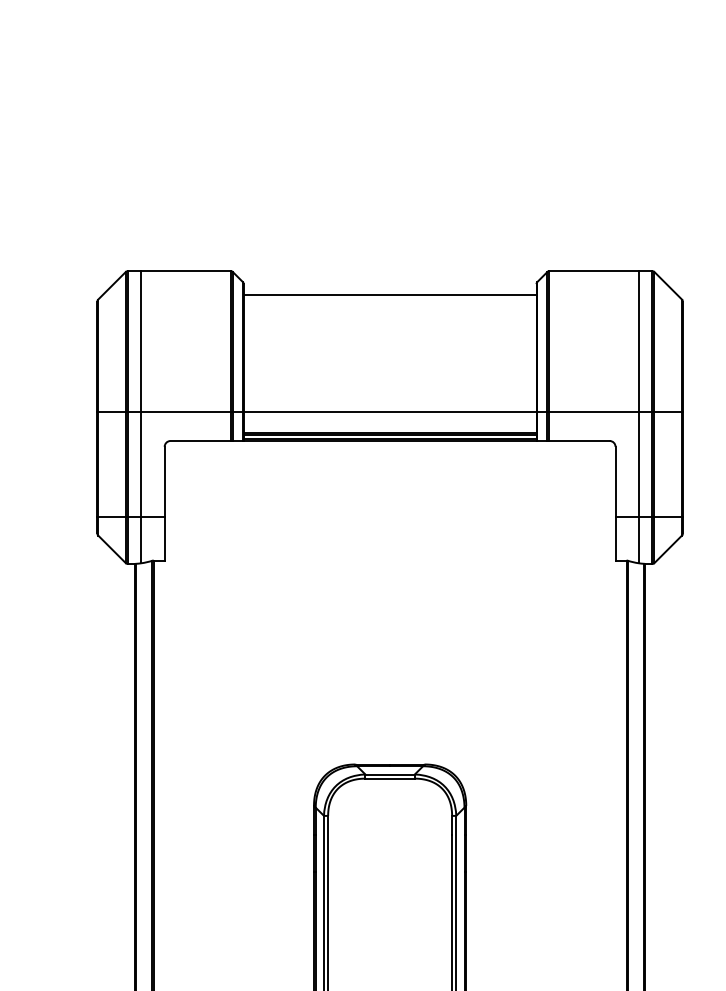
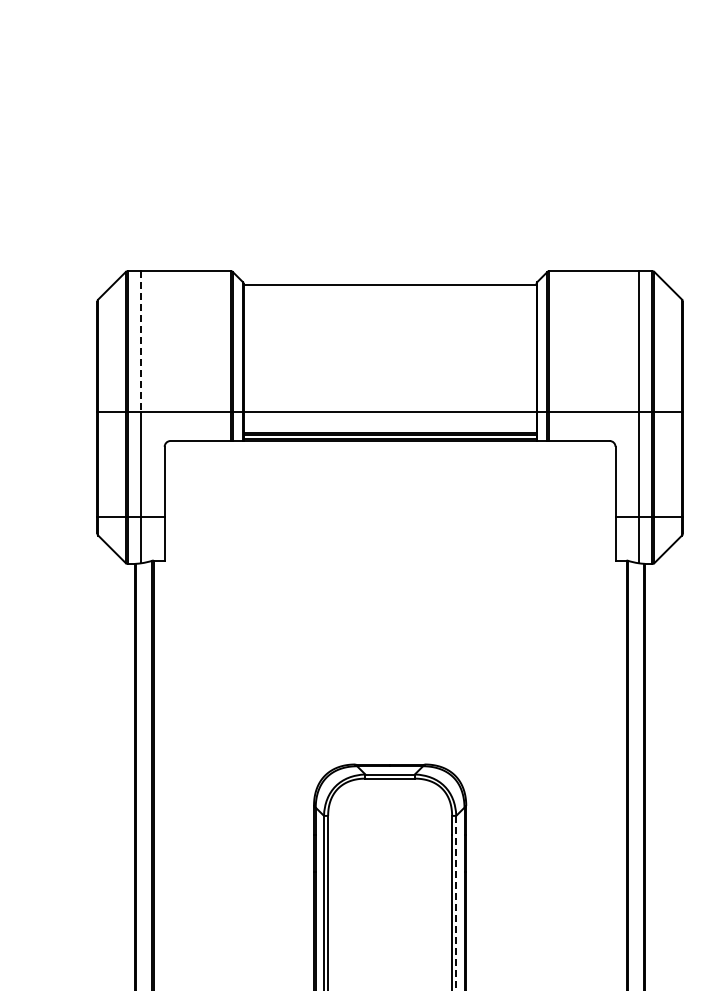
line at (389, 294) position: (389, 294) -> (389, 284)
line at (141, 341): solid -> dashed
line at (456, 903): solid -> dashed
